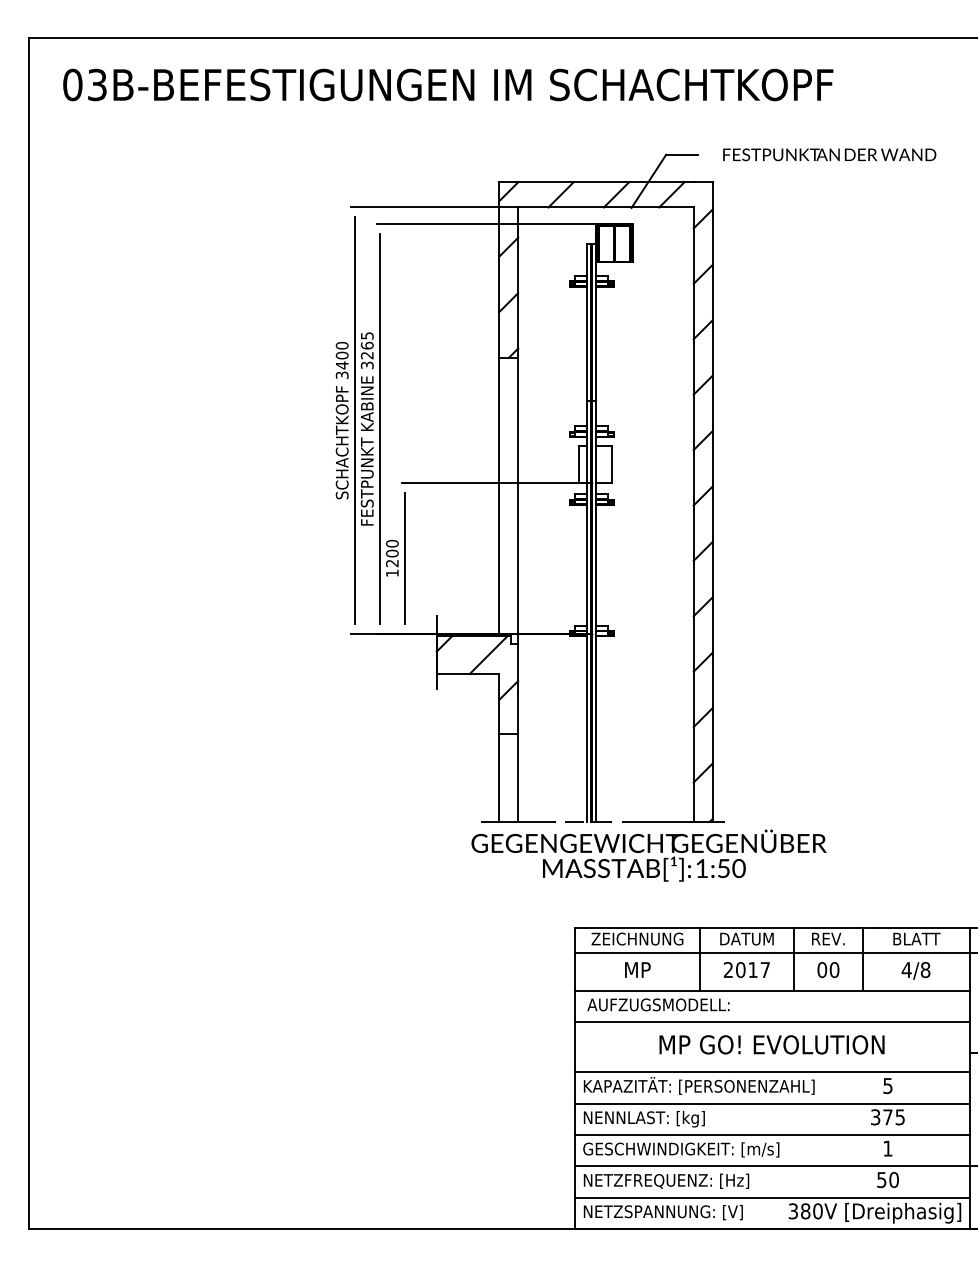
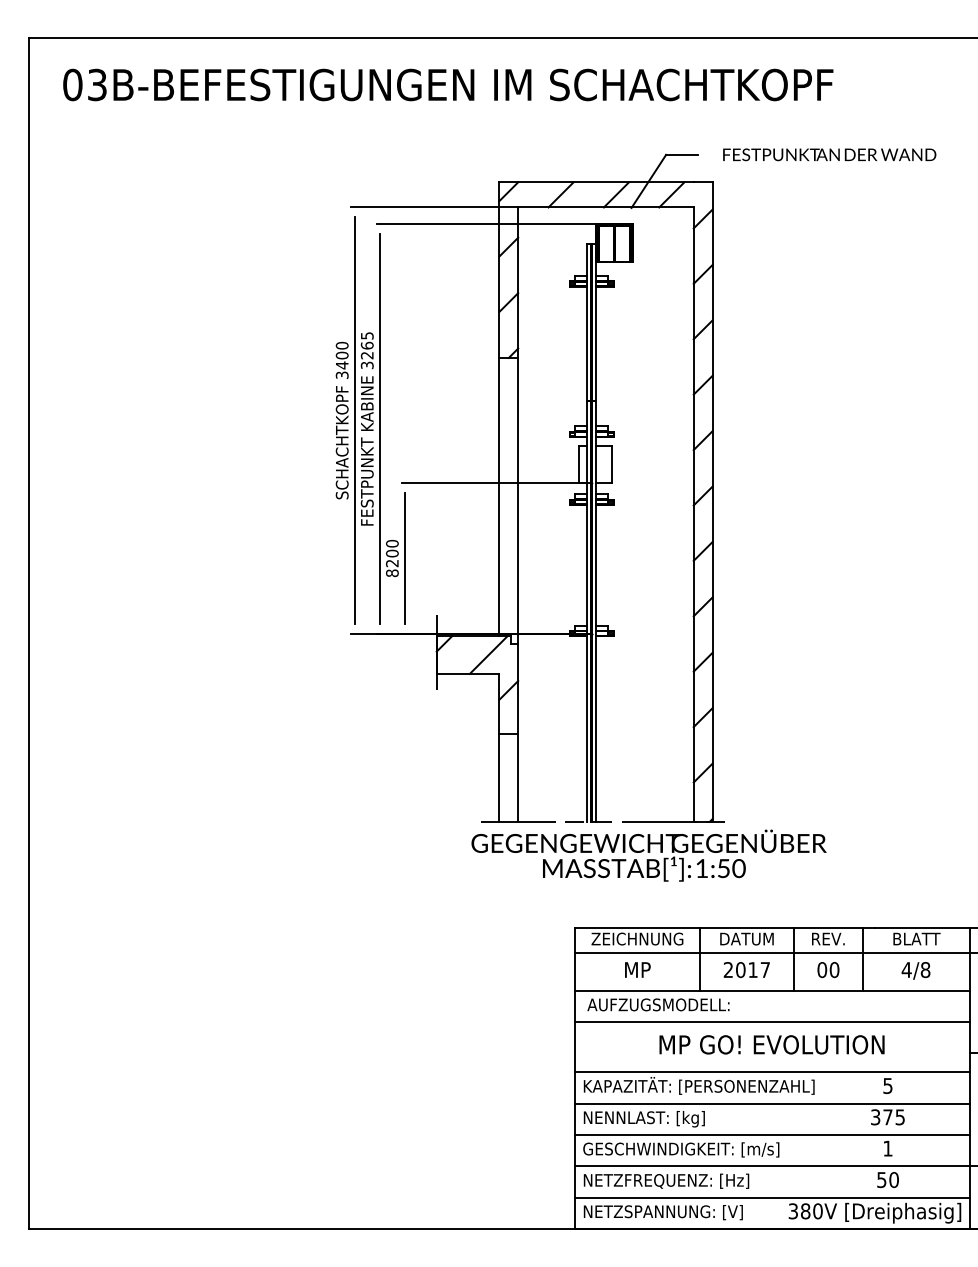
text at (392, 573): 1200 -> 8200
